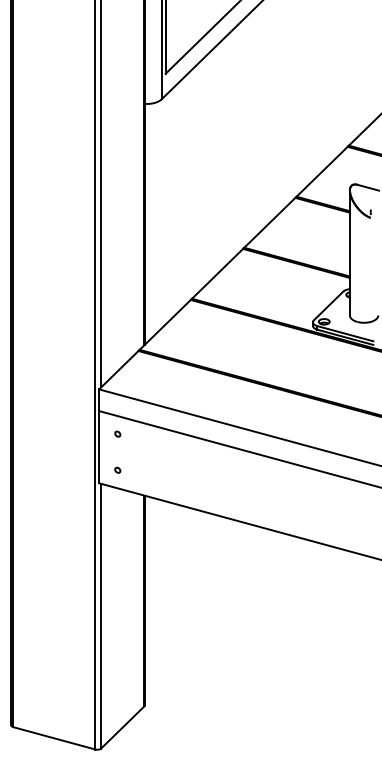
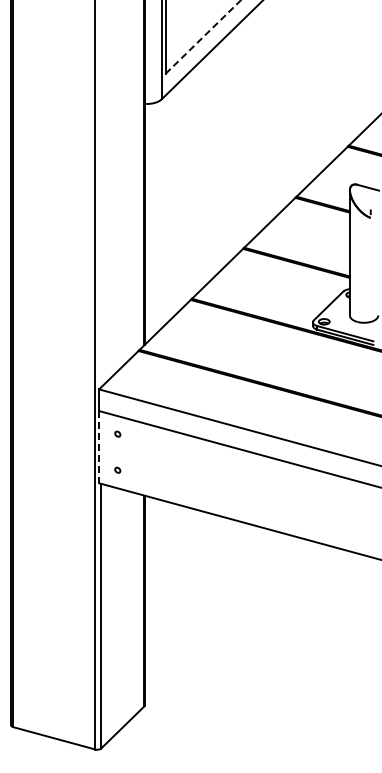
line at (203, 36): solid -> dashed
line at (101, 194): present -> none
line at (99, 447): solid -> dashed
